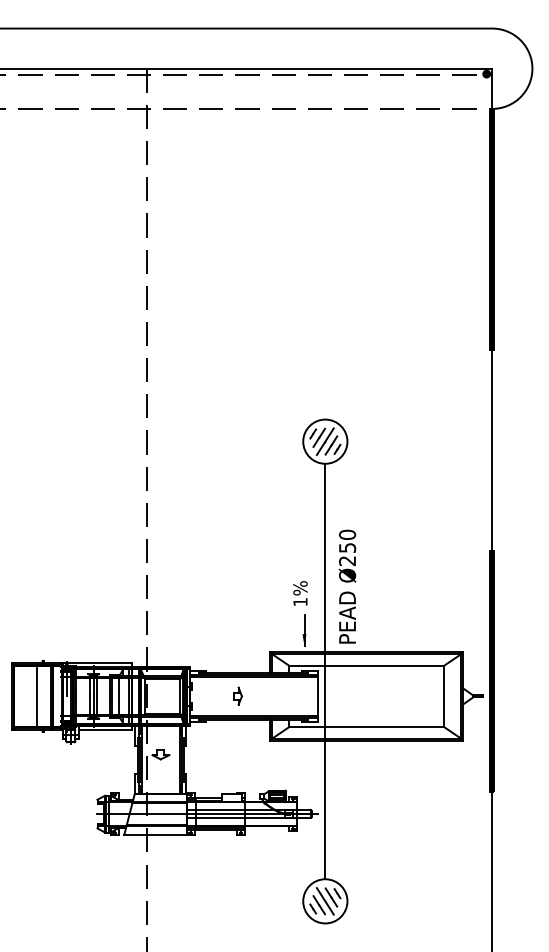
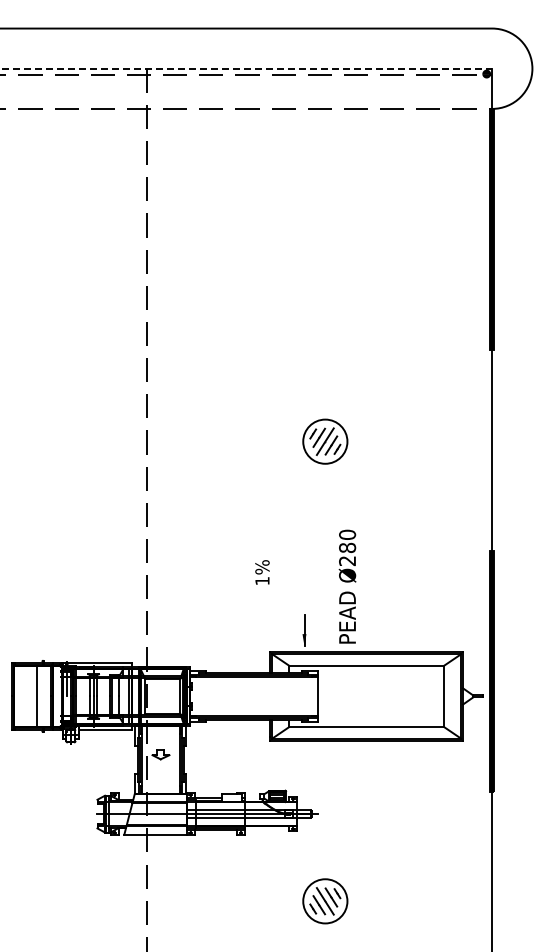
line at (246, 68): solid -> dashed
text at (347, 547): Ø250 -> Ø280
text at (300, 593) position: (300, 593) -> (262, 572)
line at (325, 671): present -> none
part at (237, 695): present -> none
